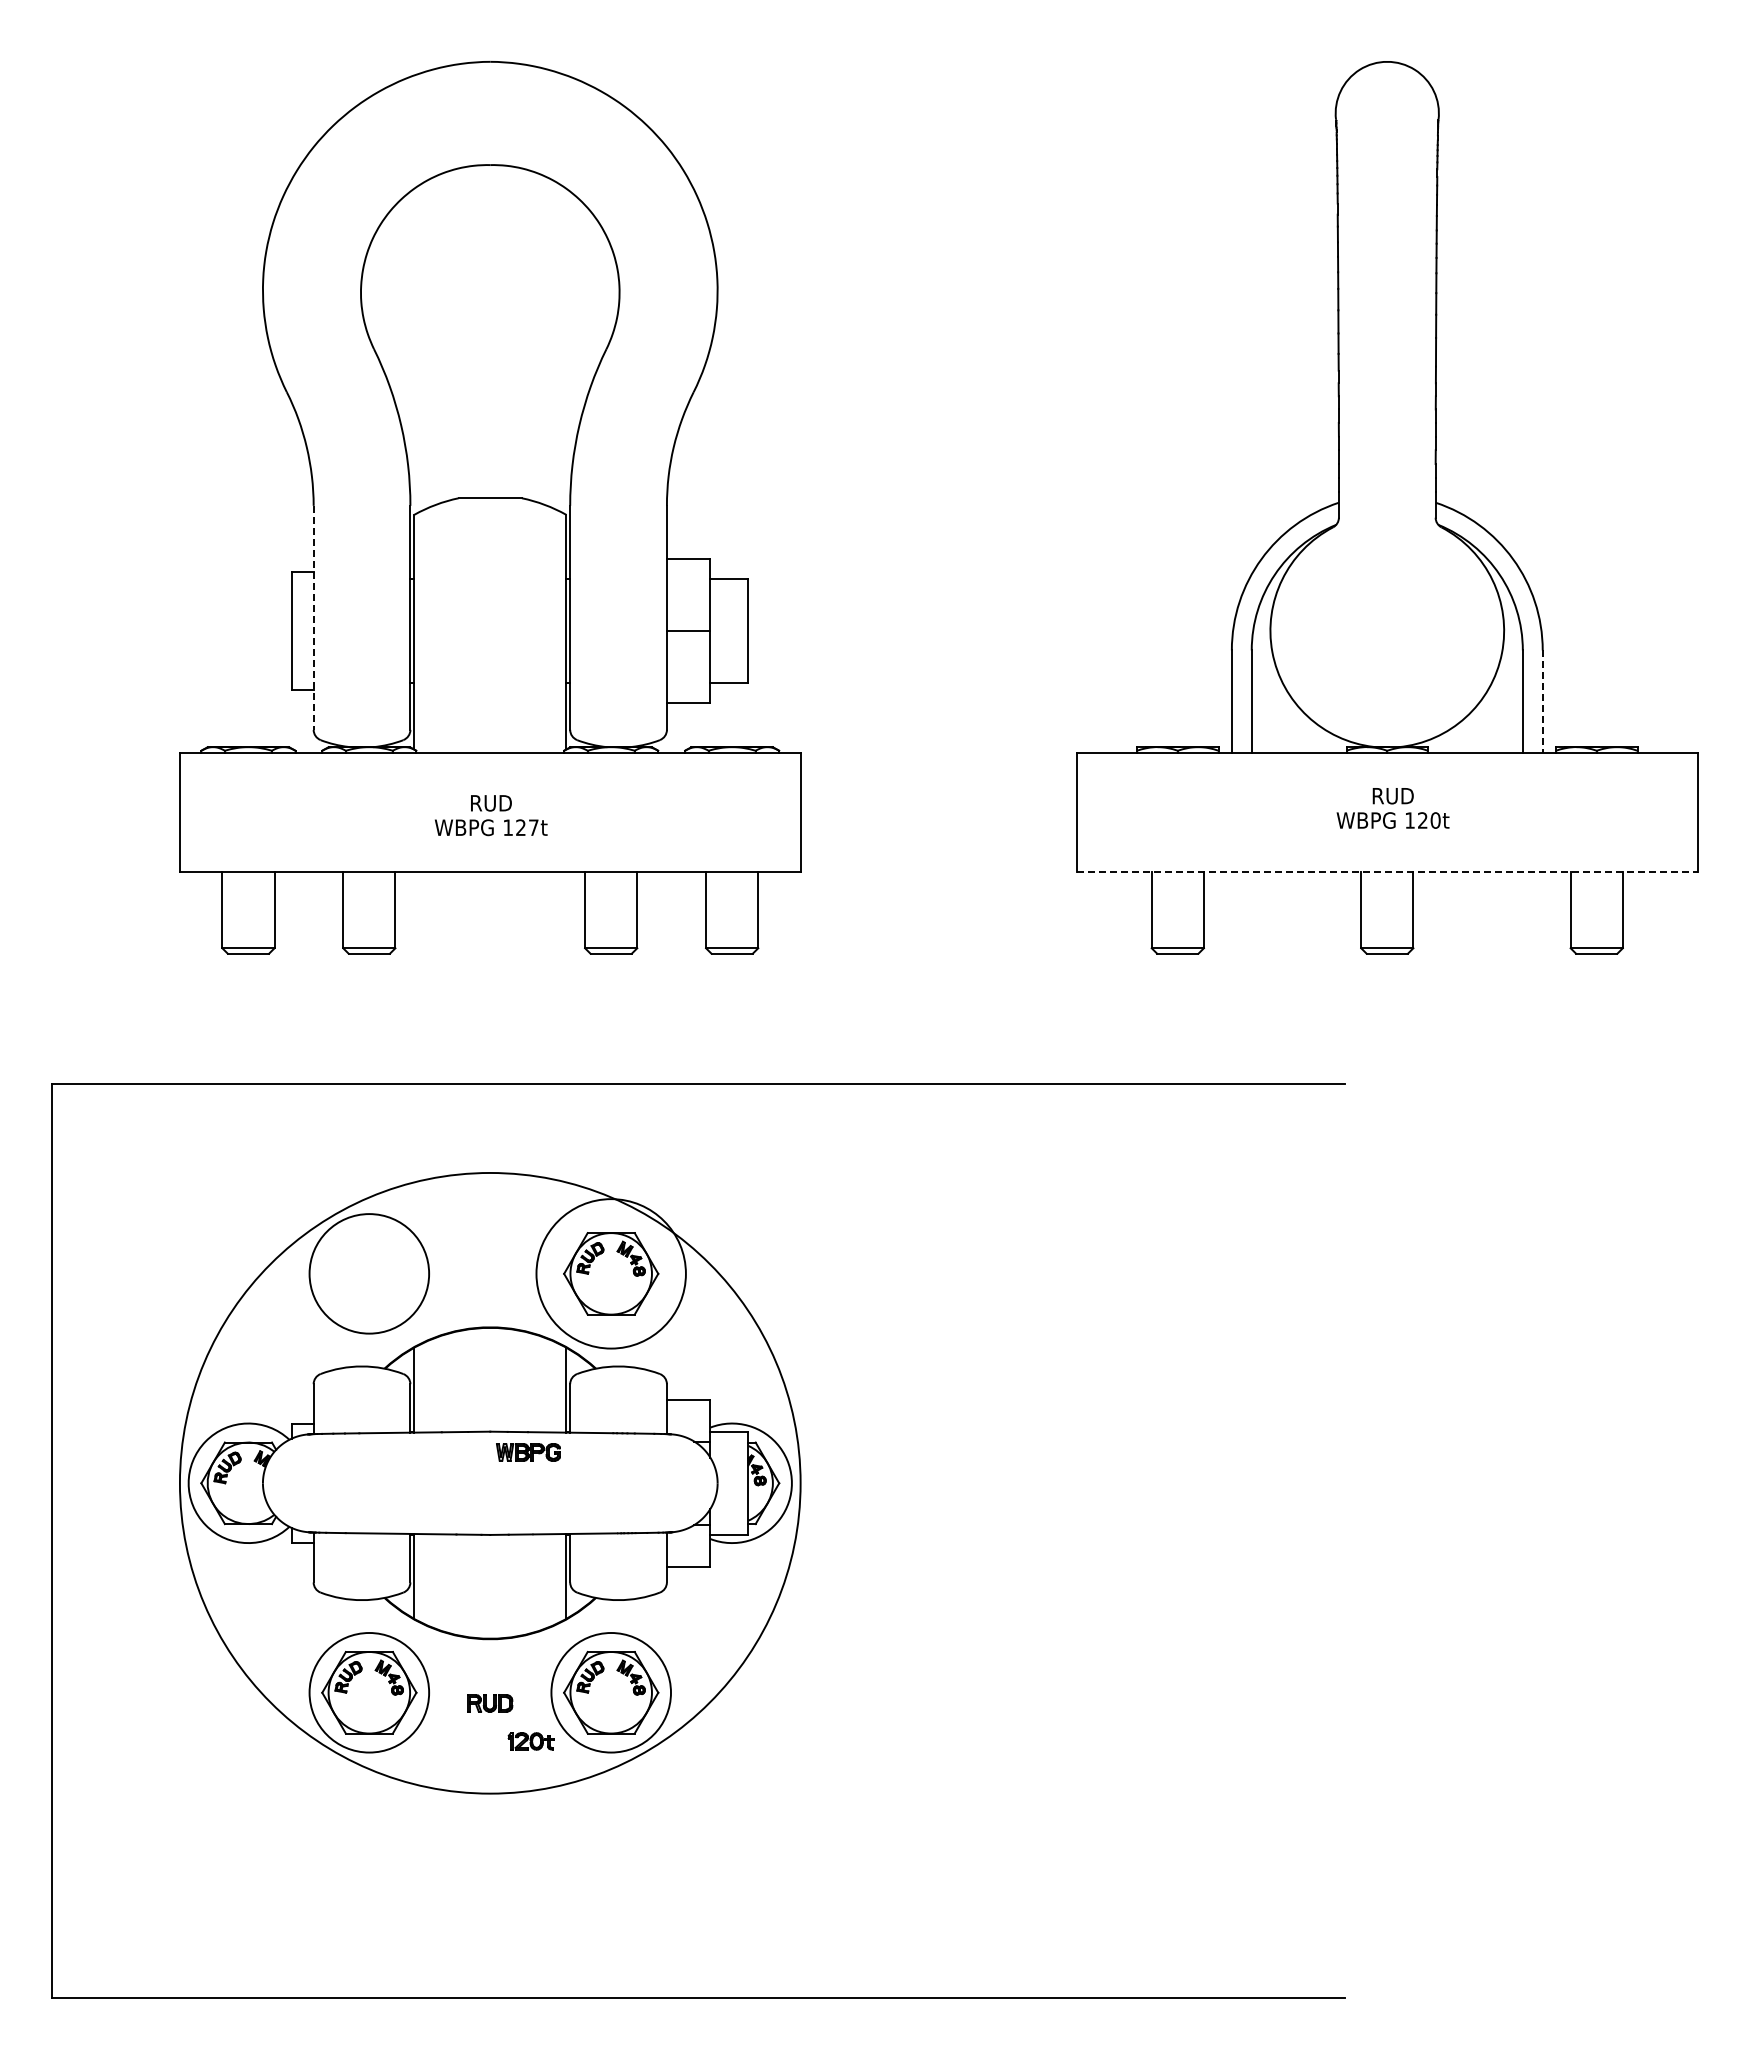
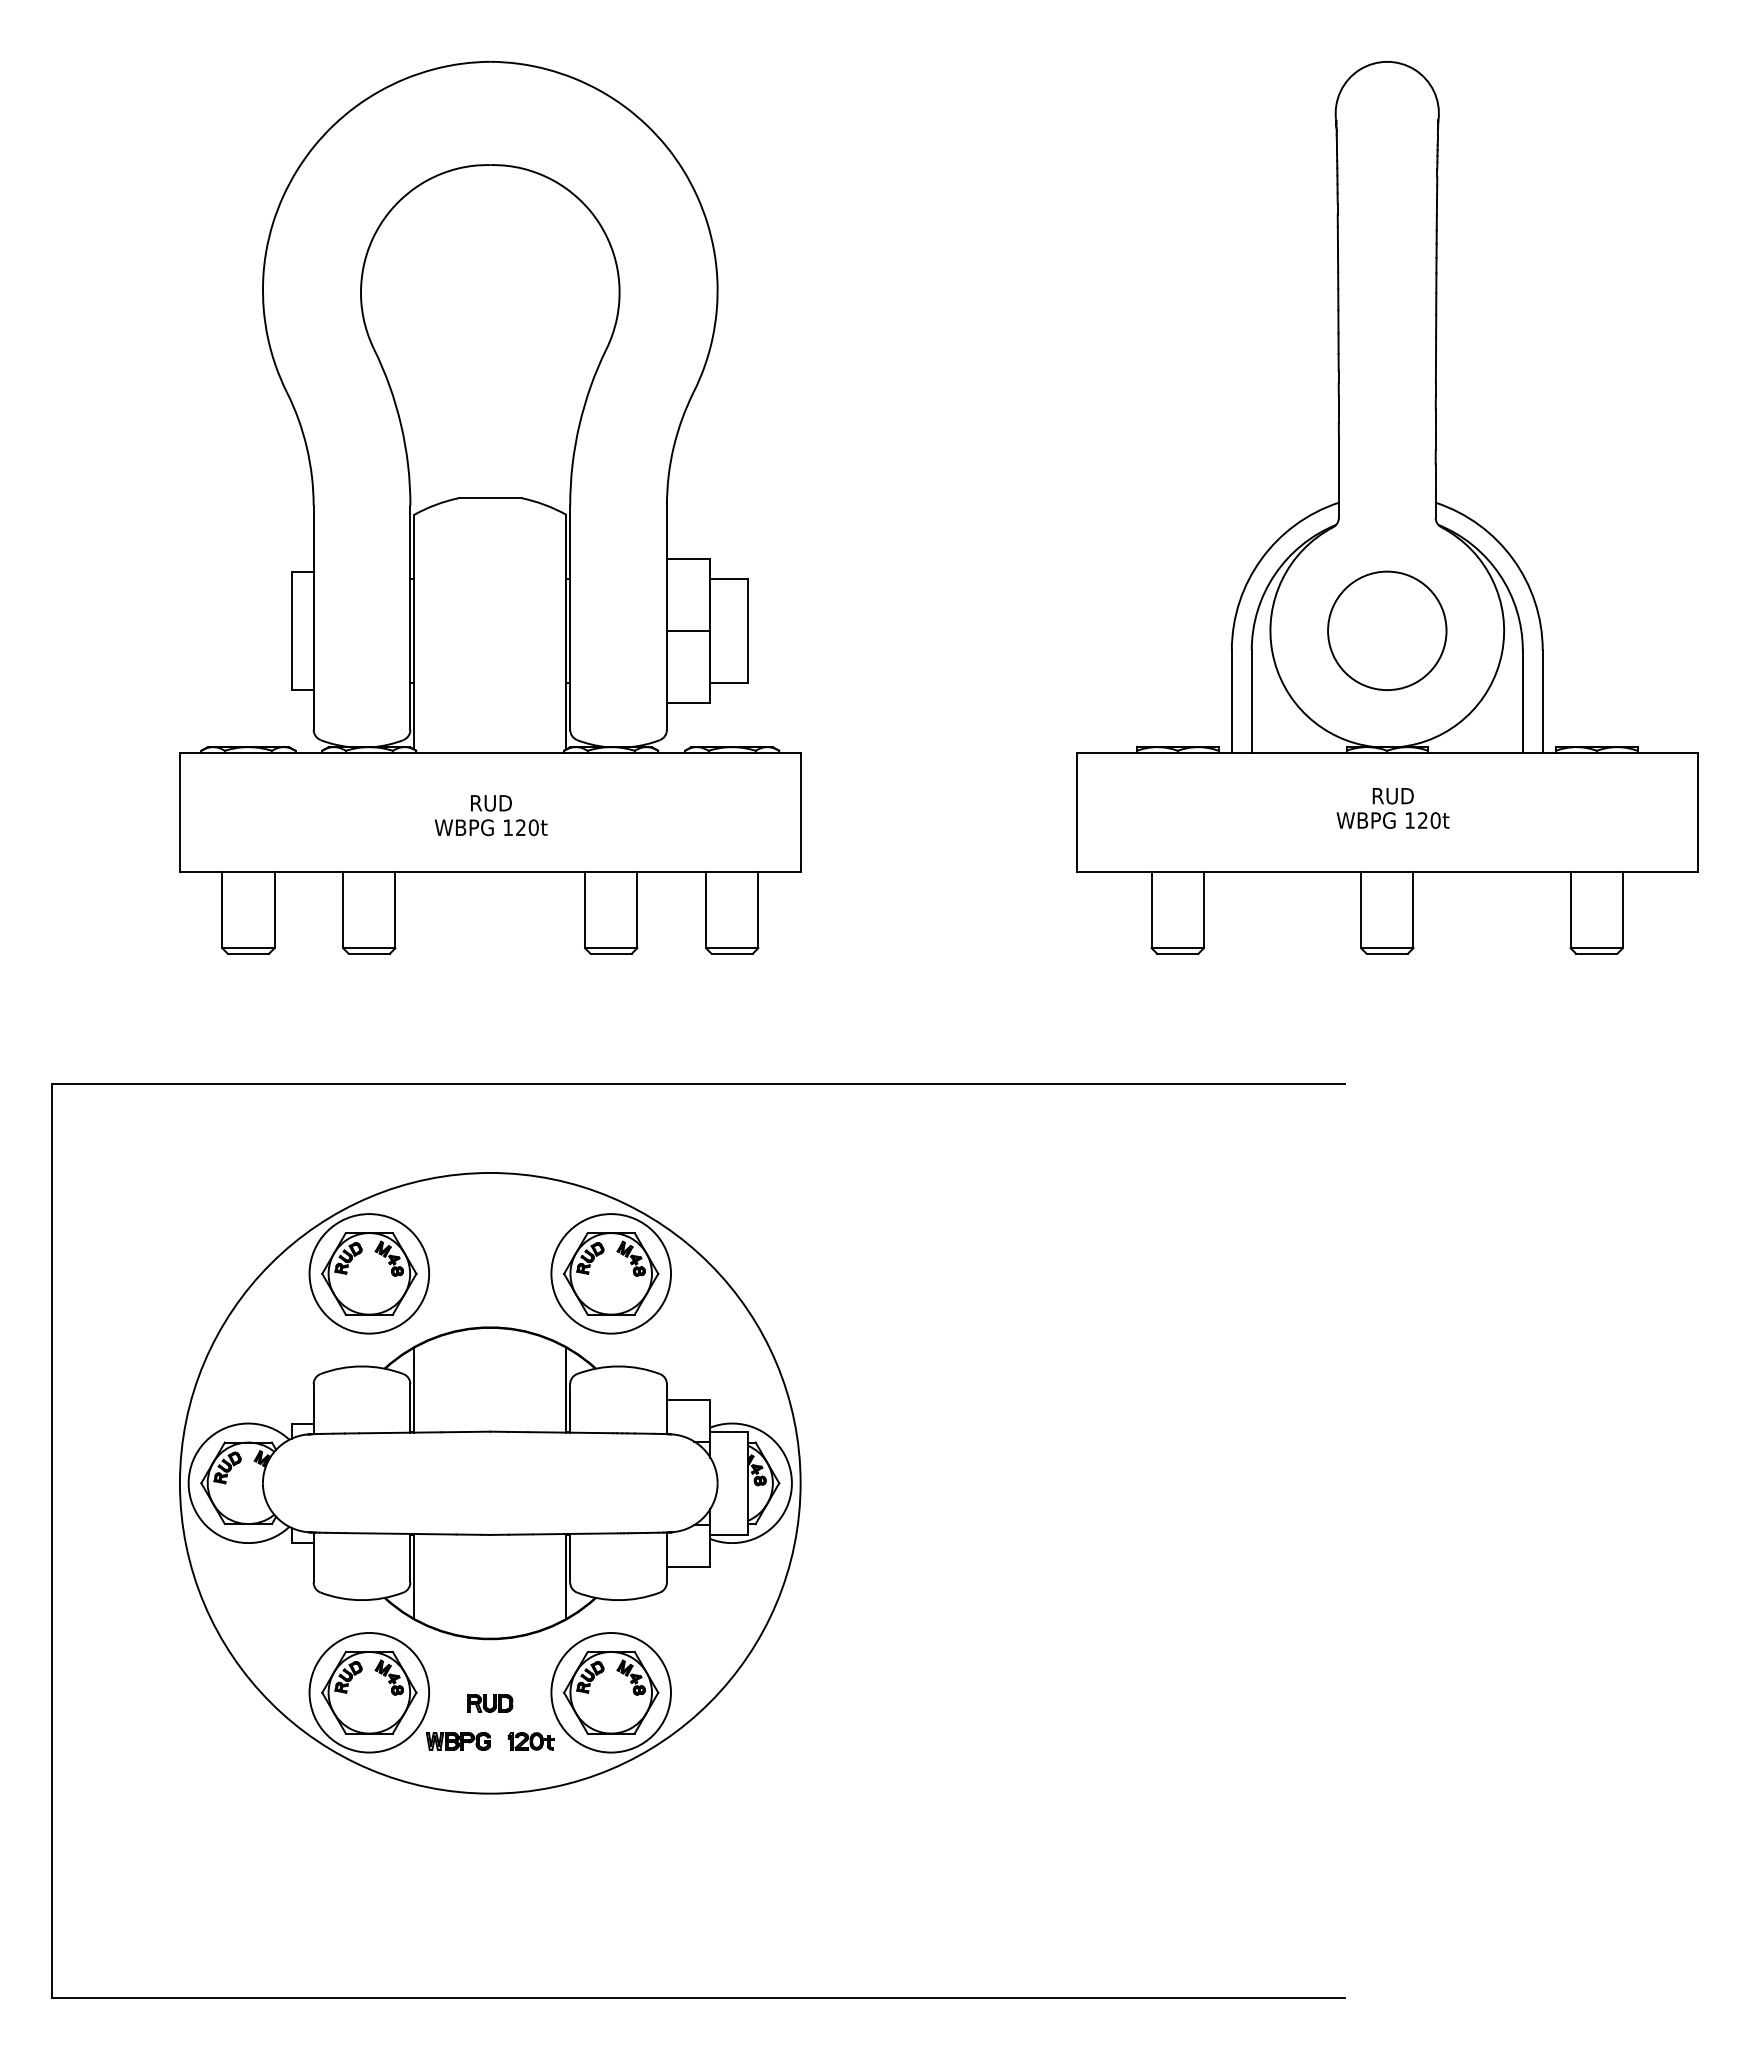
line at (313, 618): dashed -> solid
circle at (1387, 630): none -> present
line at (1542, 702): dashed -> solid
text at (533, 827): 127t -> 120t
line at (1387, 872): dashed -> solid
part at (369, 1273): none -> present
circle at (610, 1273) diameter: 149 px -> 120 px
part at (528, 1452) position: (528, 1452) -> (458, 1741)
